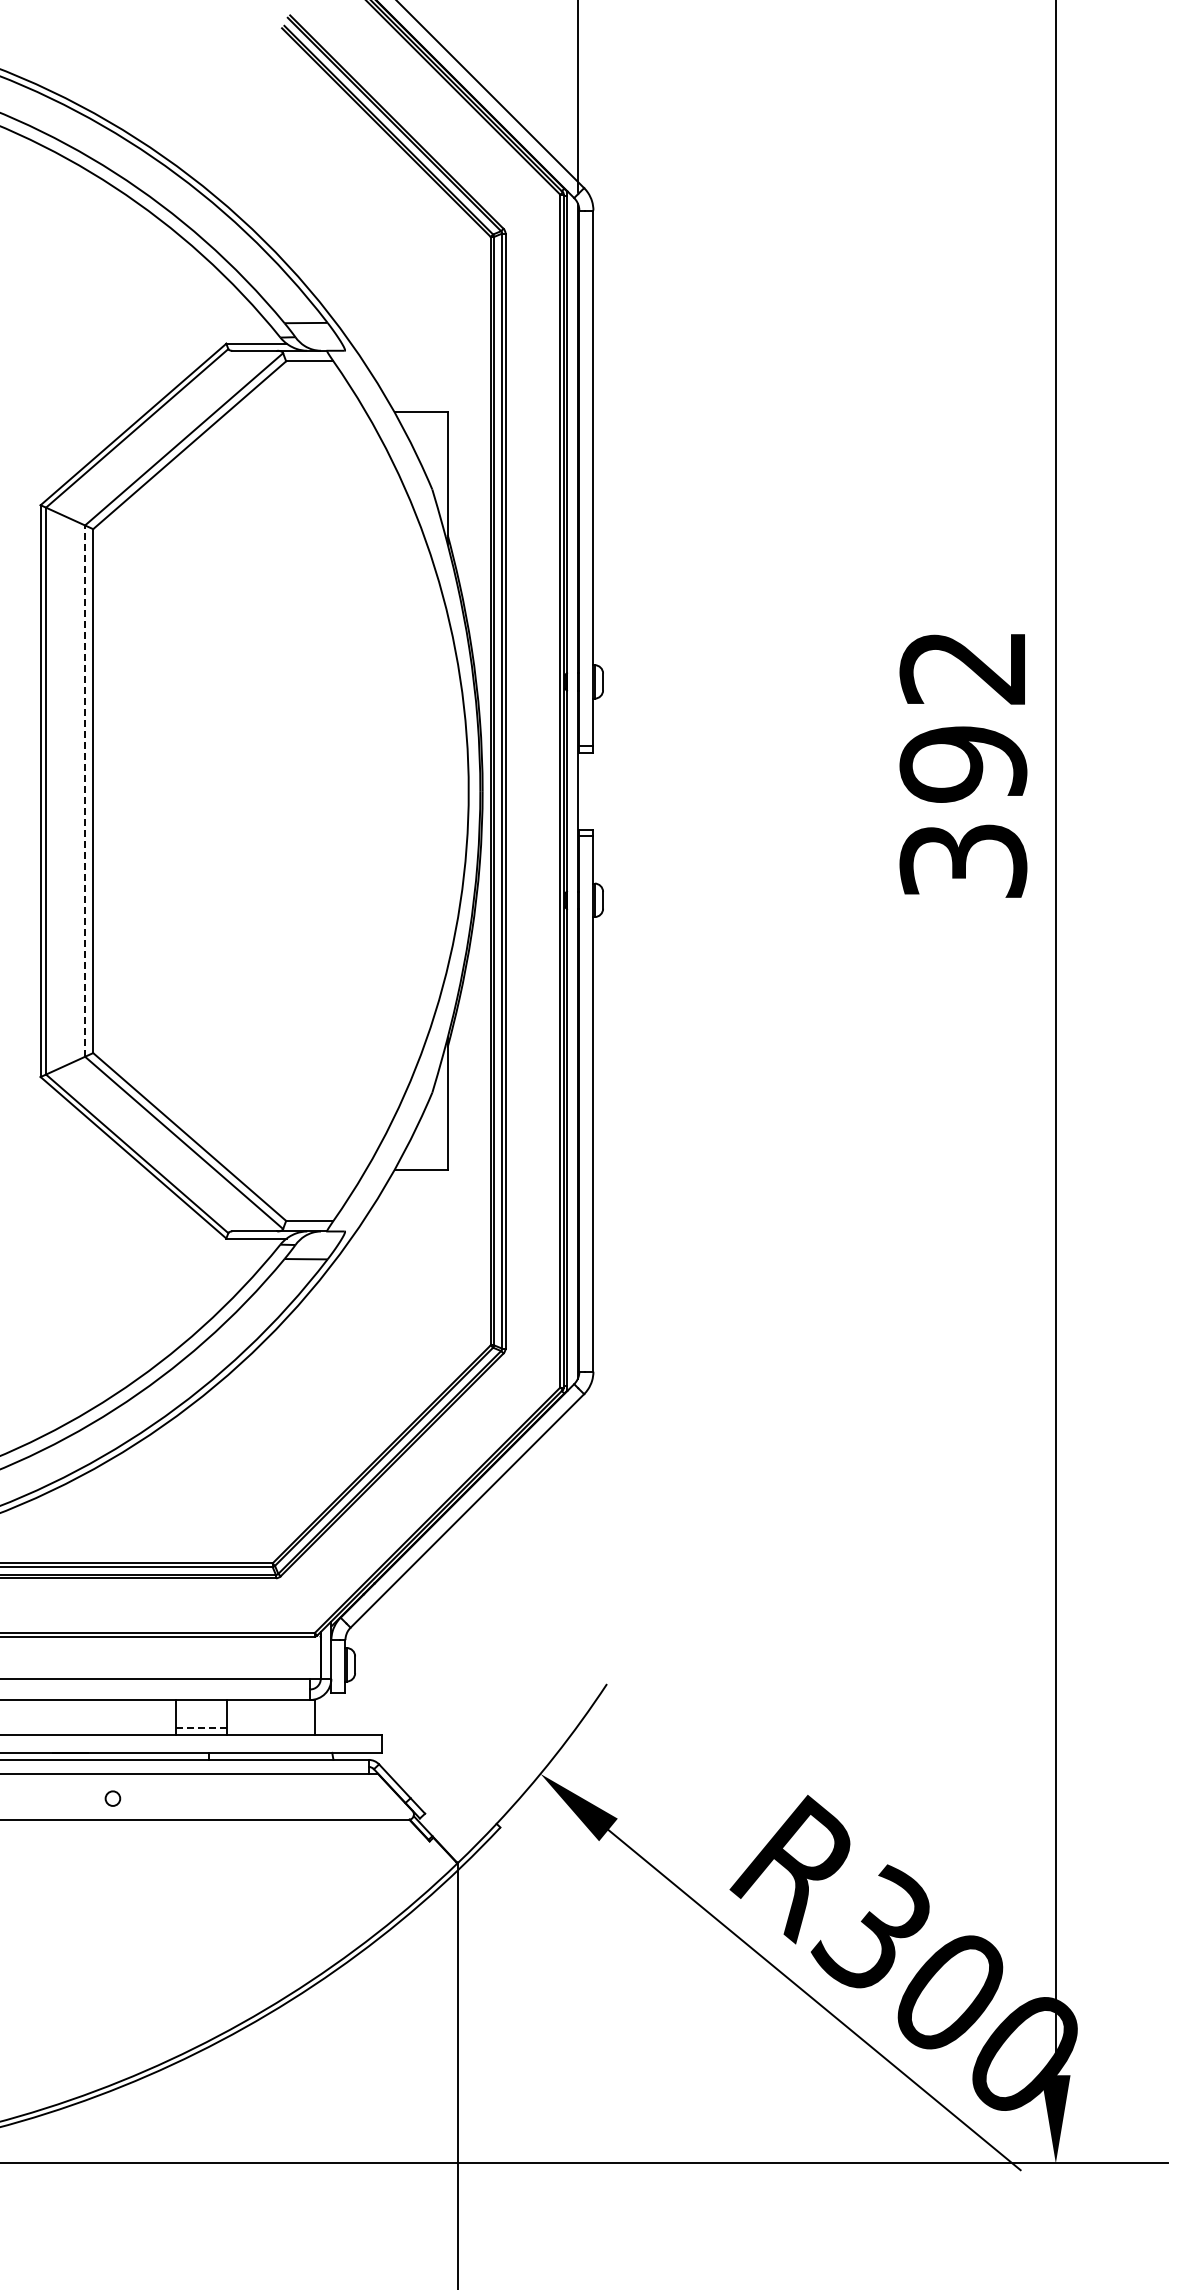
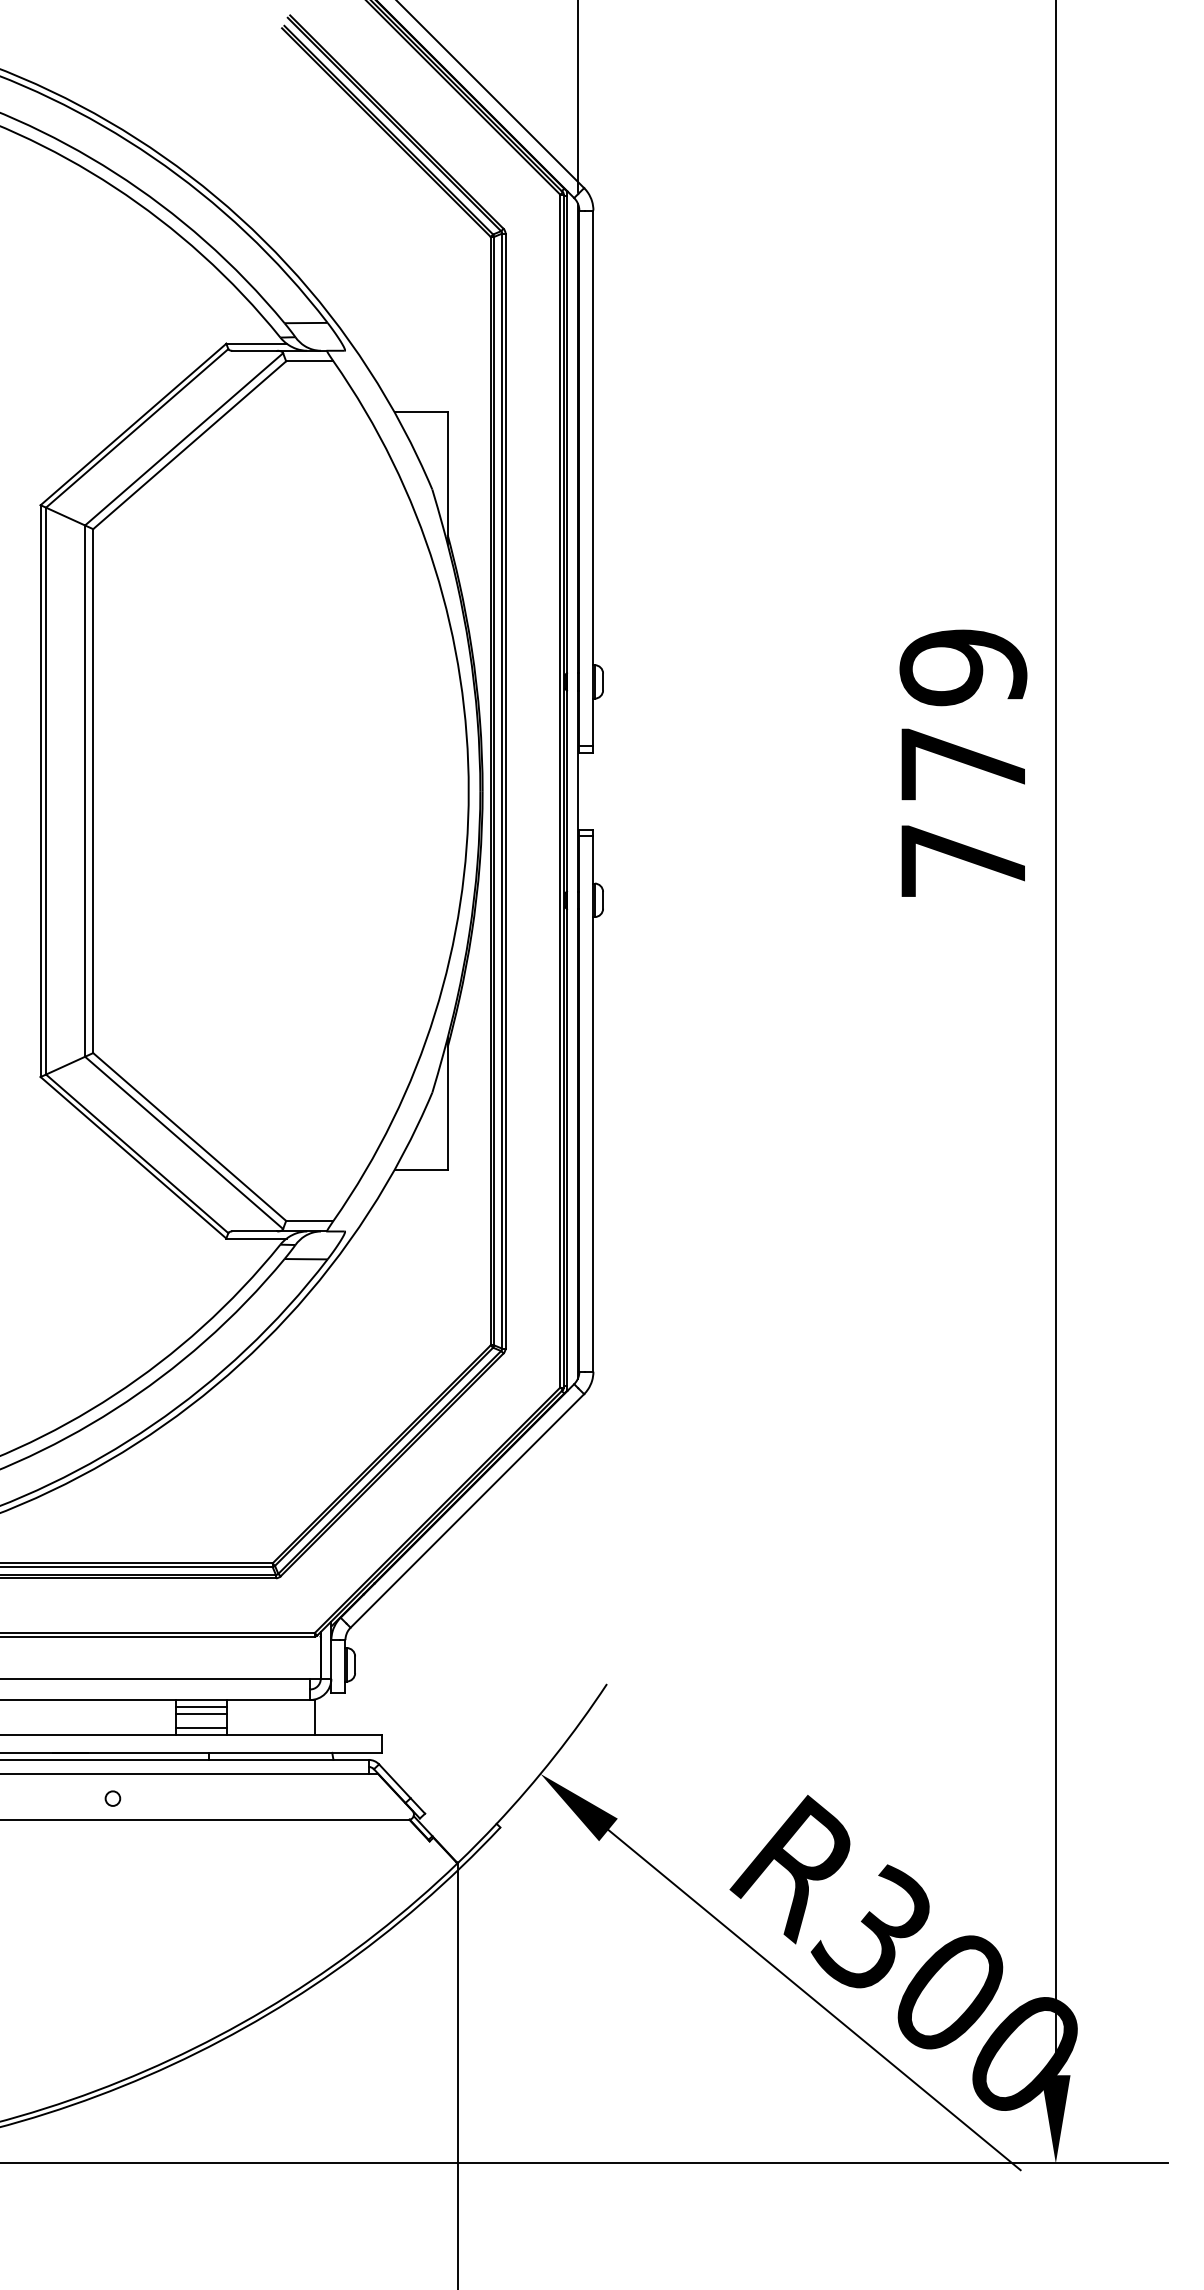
text at (963, 763): 392 -> 779
line at (85, 791): dashed -> solid
line at (201, 1707): none -> present
line at (201, 1714): none -> present
line at (200, 1728): dashed -> solid
